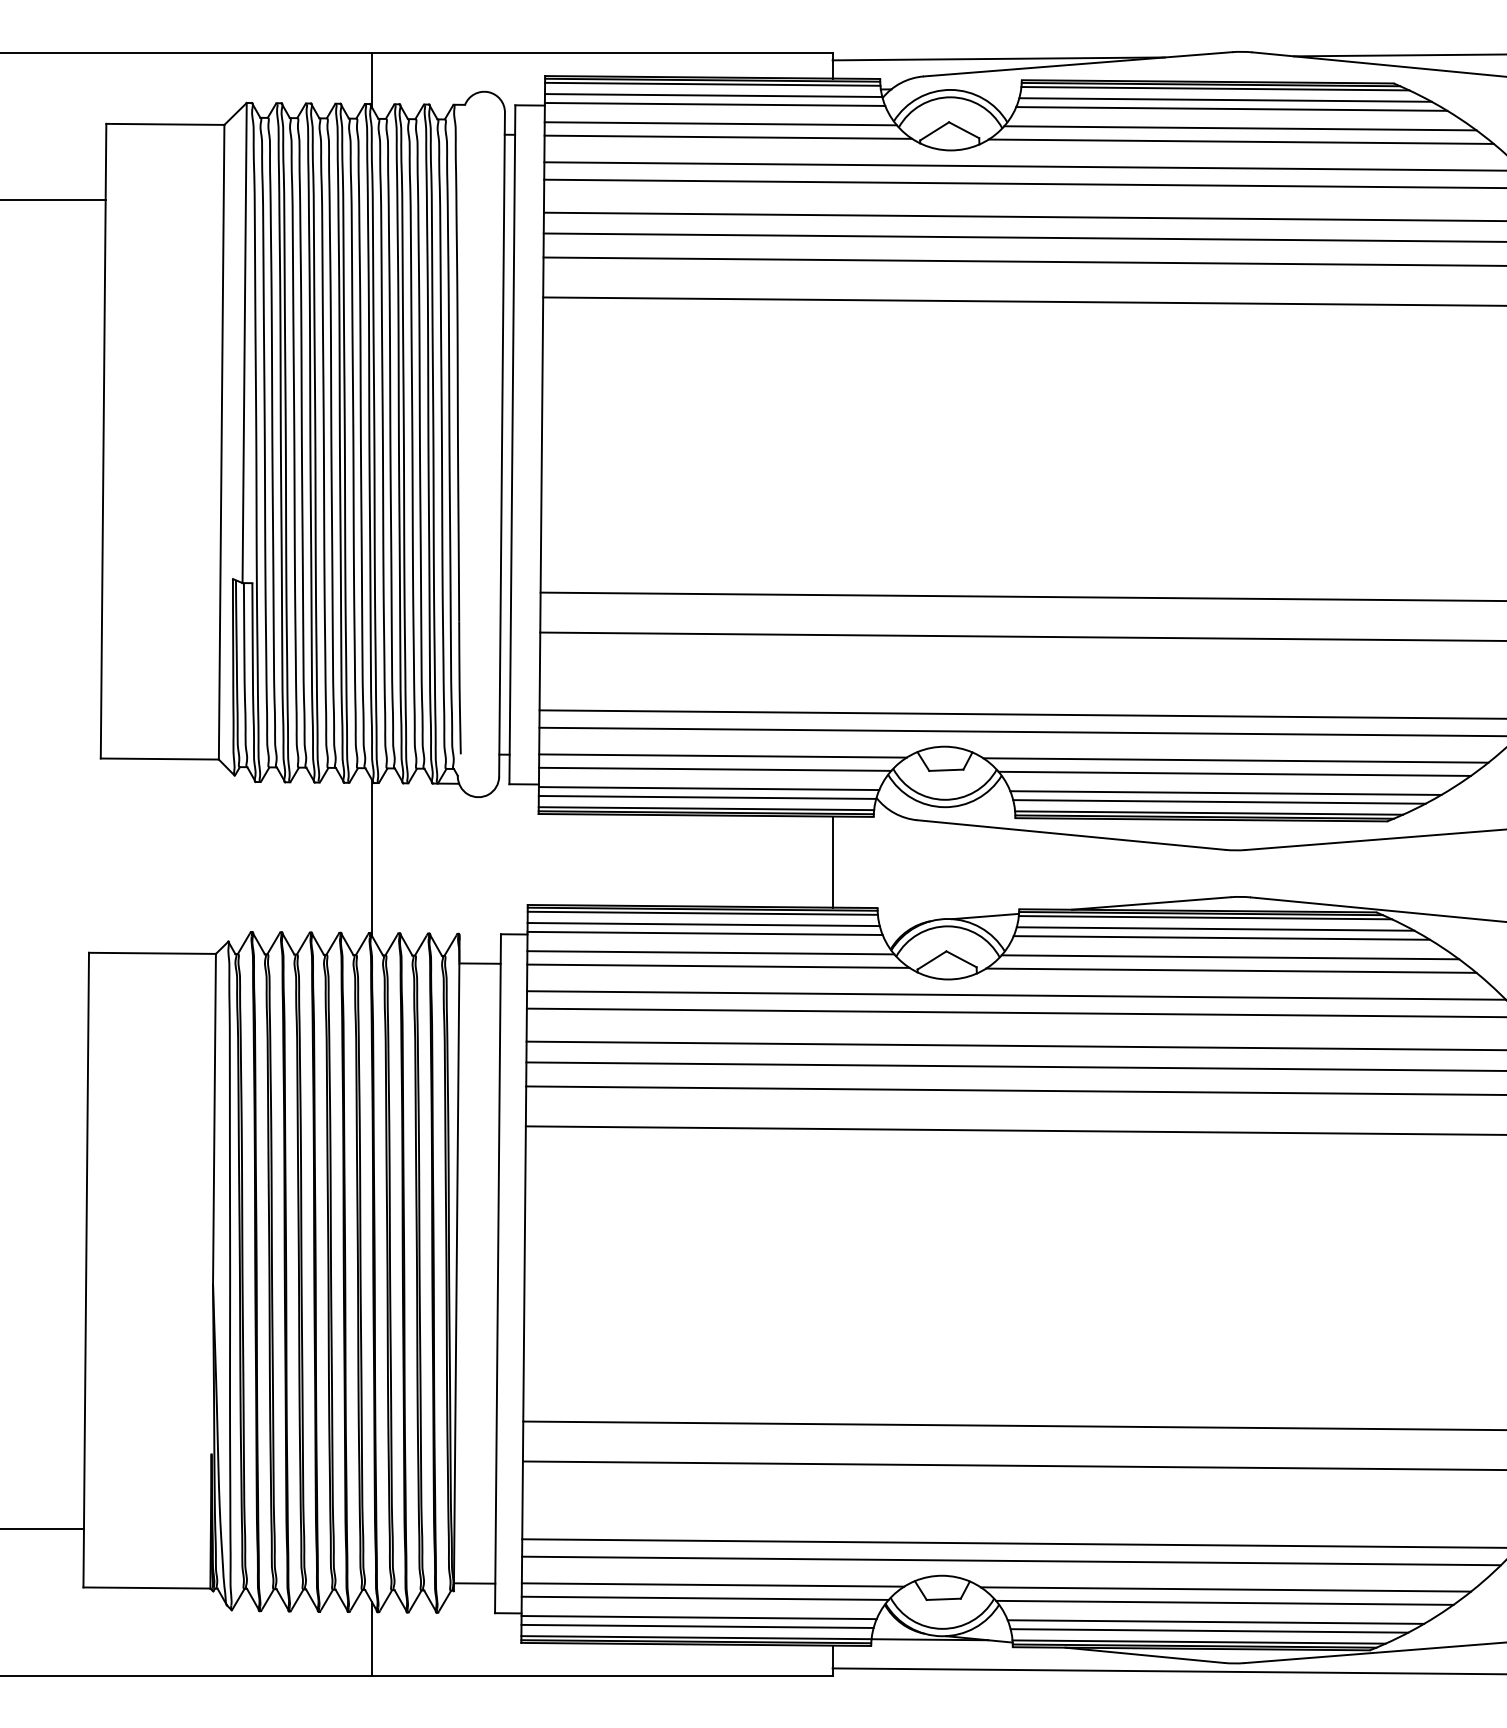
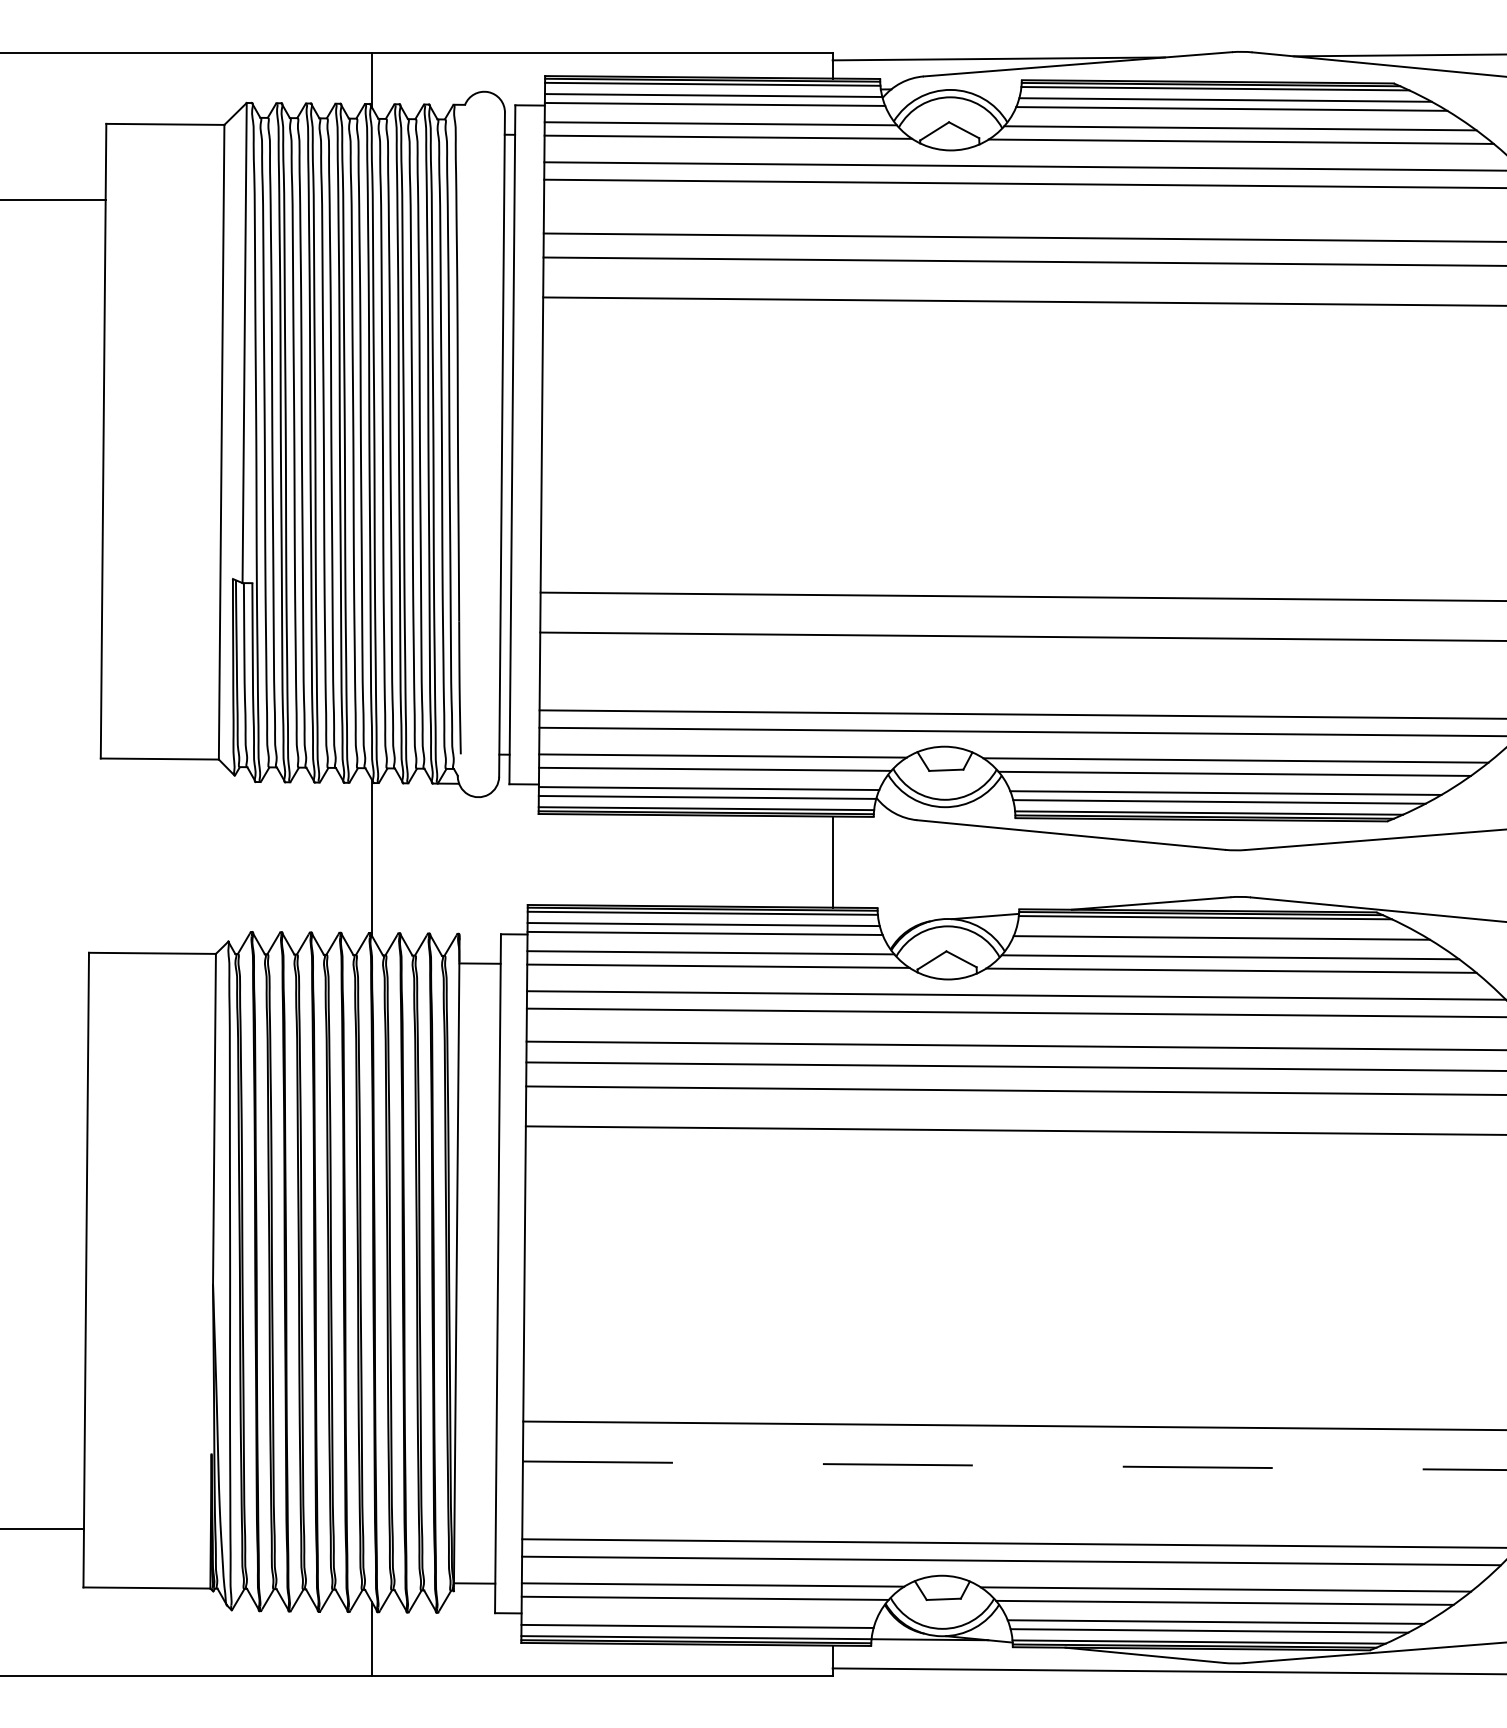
line at (1023, 216): present -> none
line at (1215, 928): present -> none
line at (1014, 1465): solid -> dashed
line at (698, 1617): present -> none
